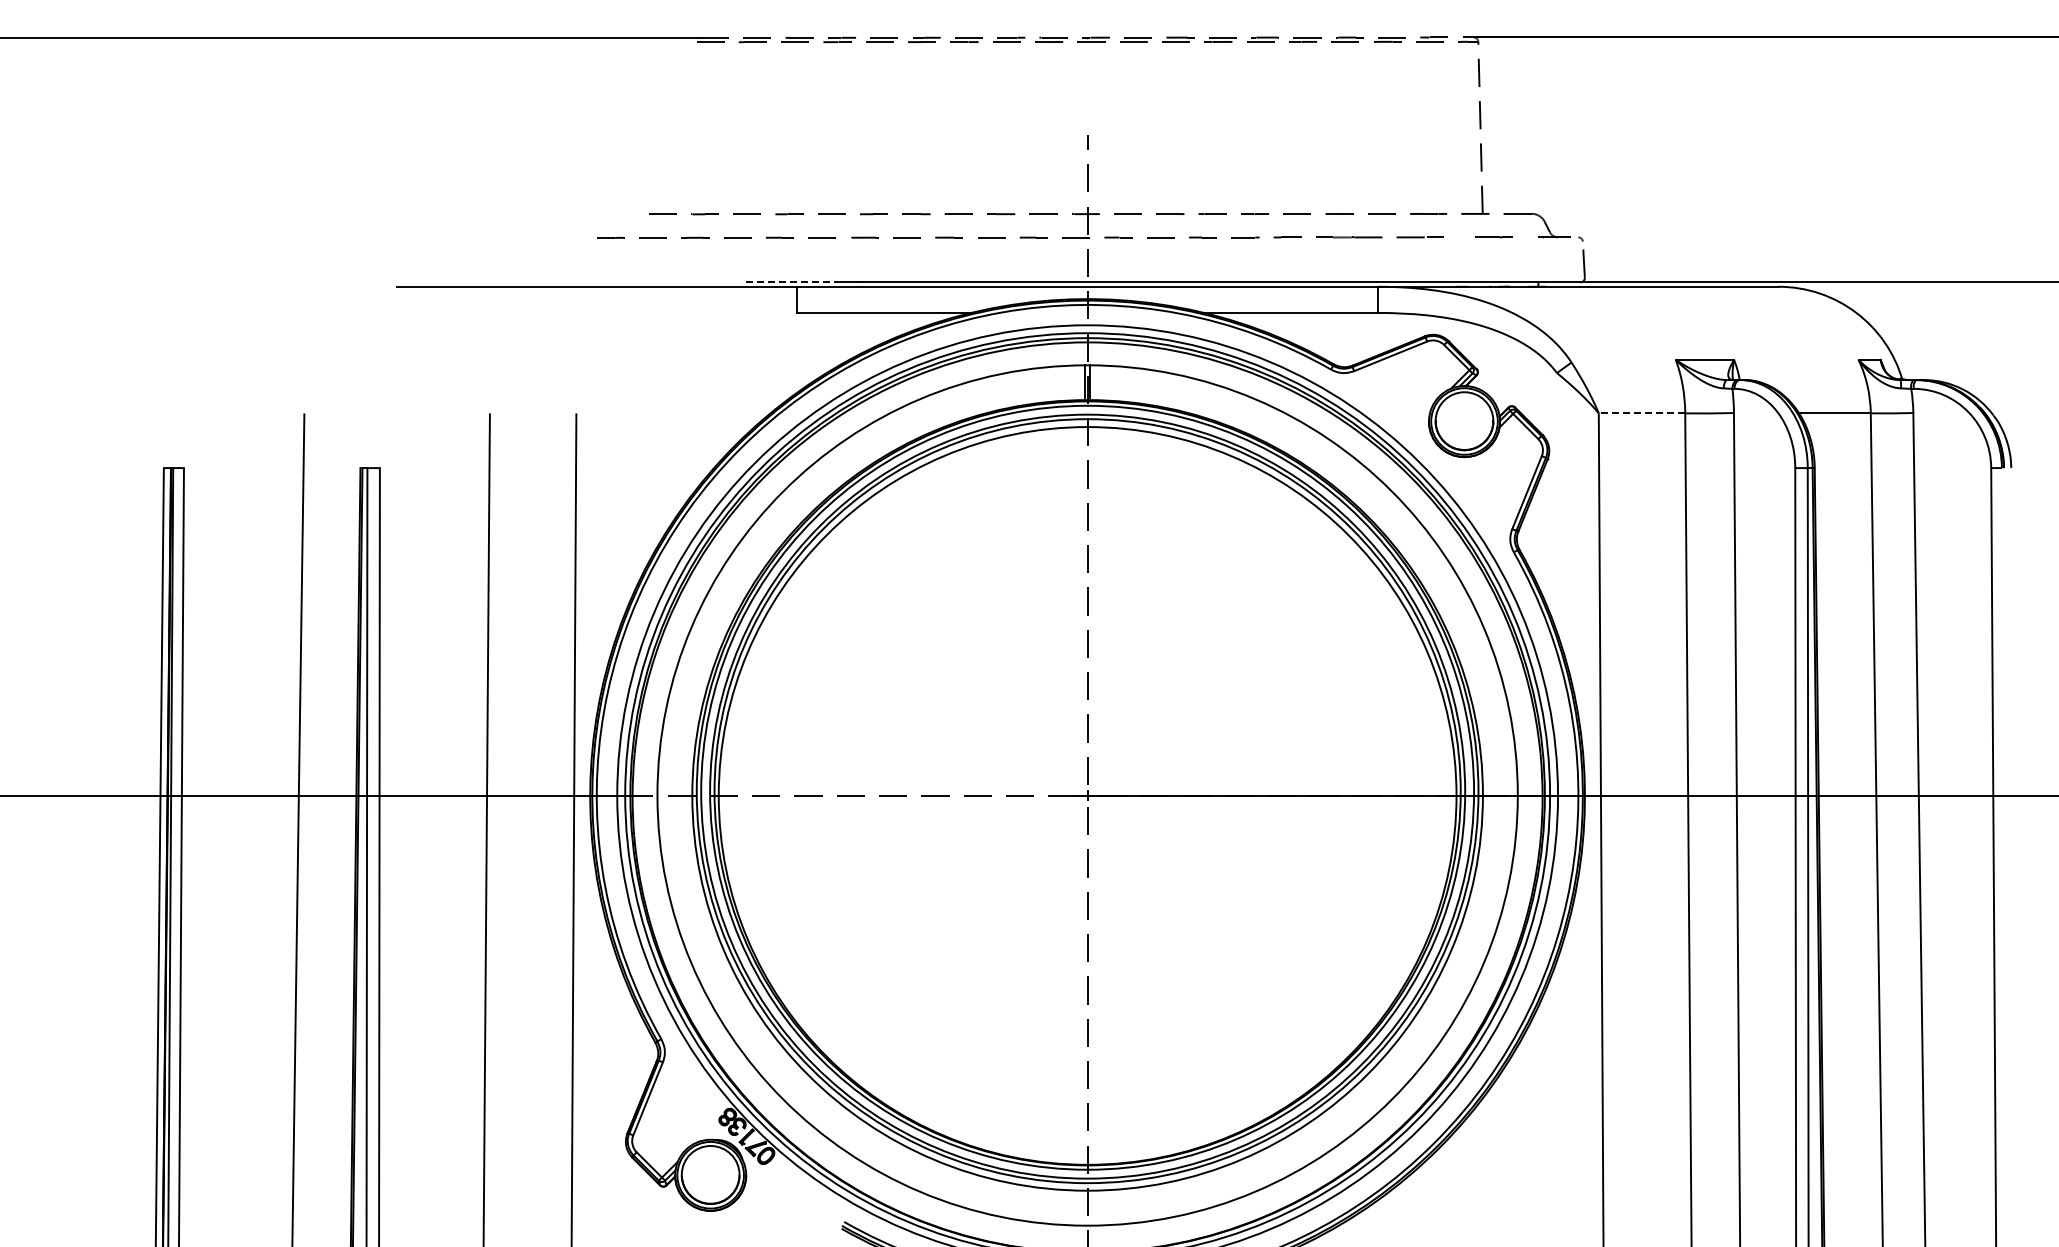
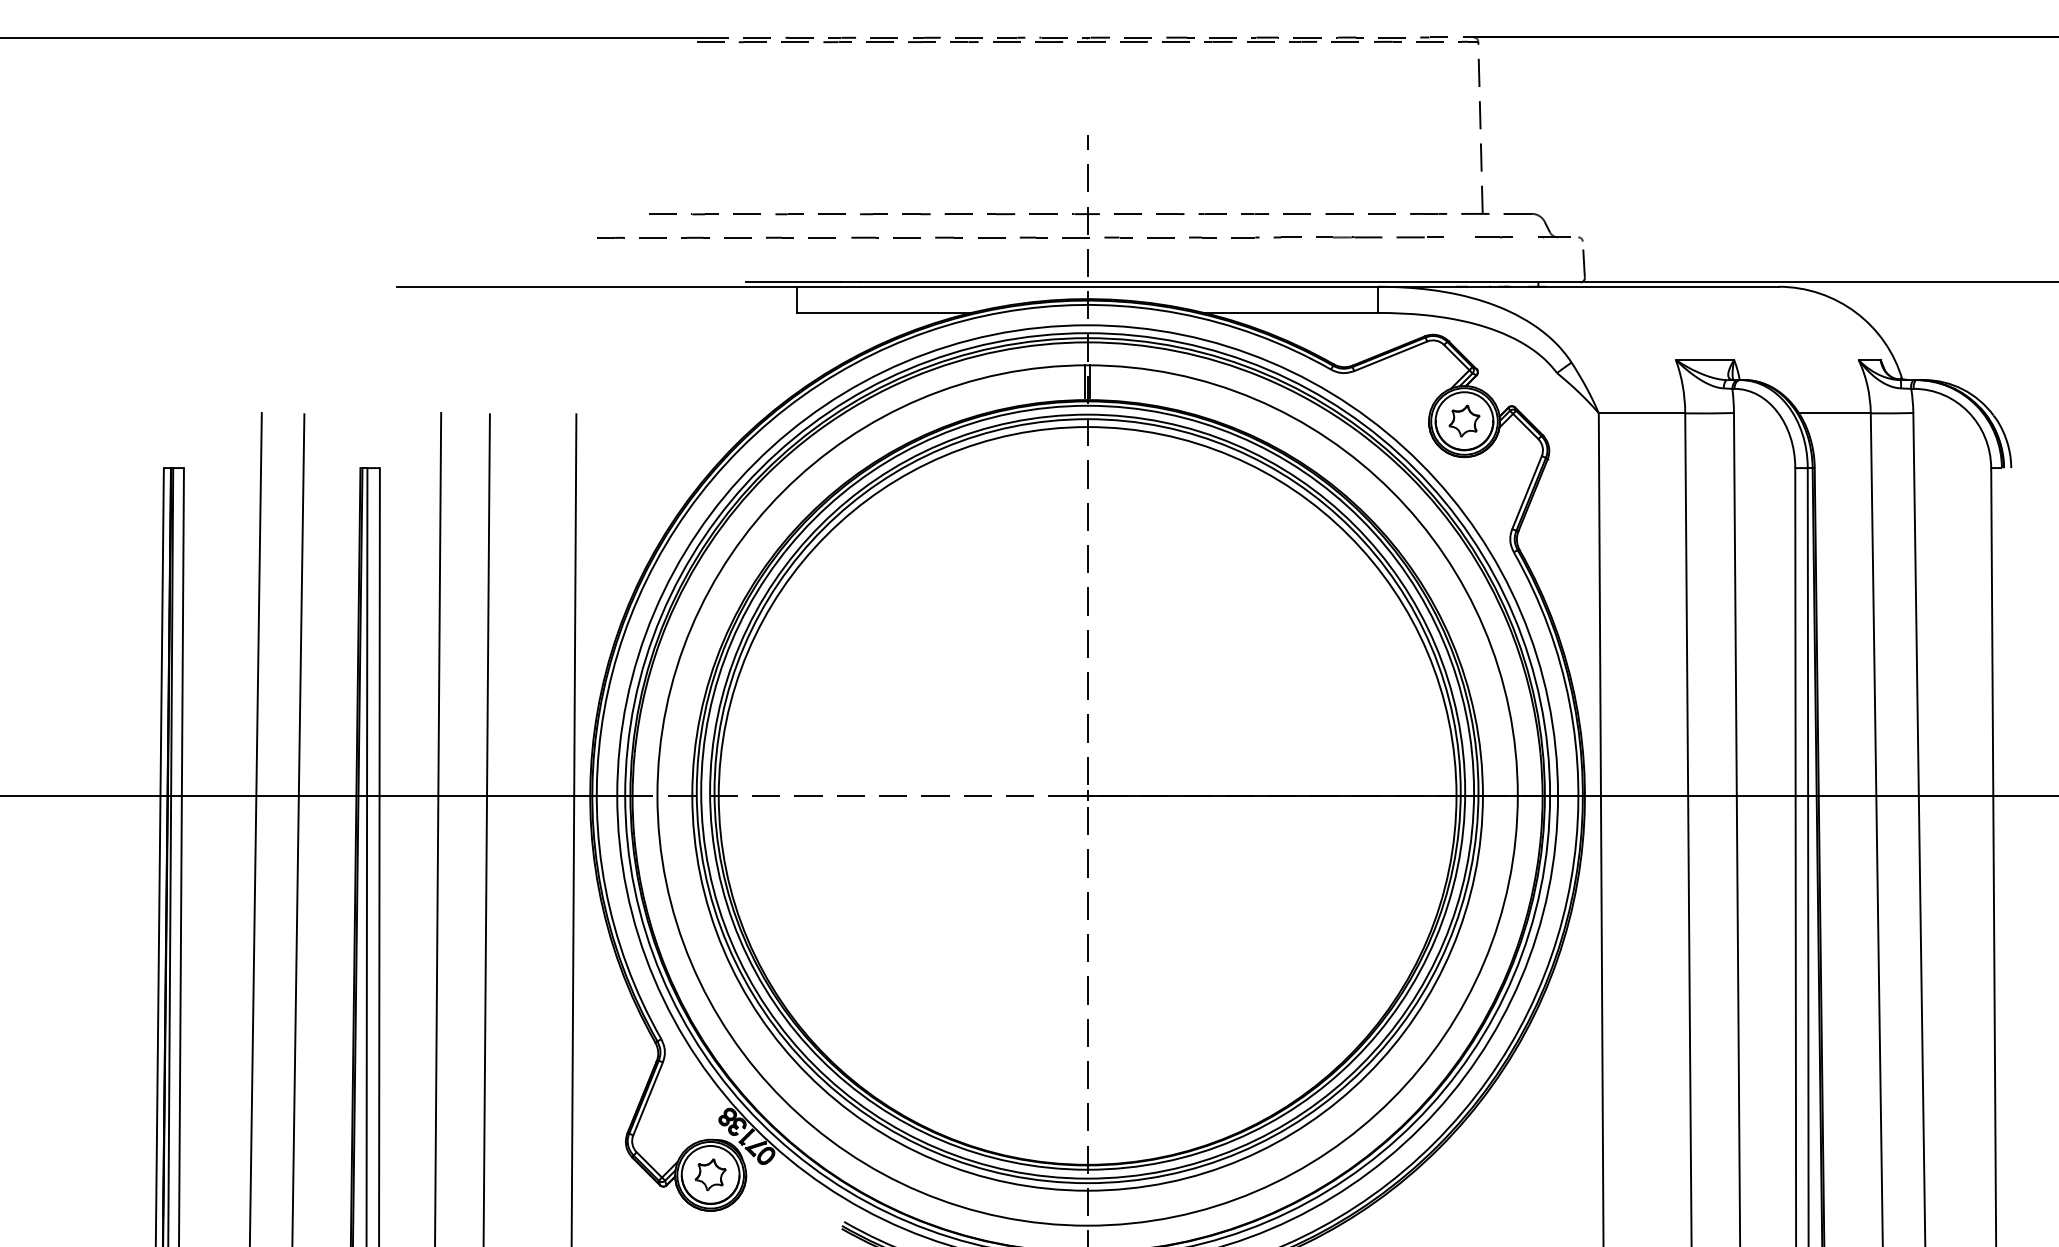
line at (792, 282): dashed -> solid
line at (1641, 413): dashed -> solid
part at (1464, 420): none -> present
line at (255, 828): none -> present
line at (438, 828): none -> present
part at (710, 1174): none -> present
